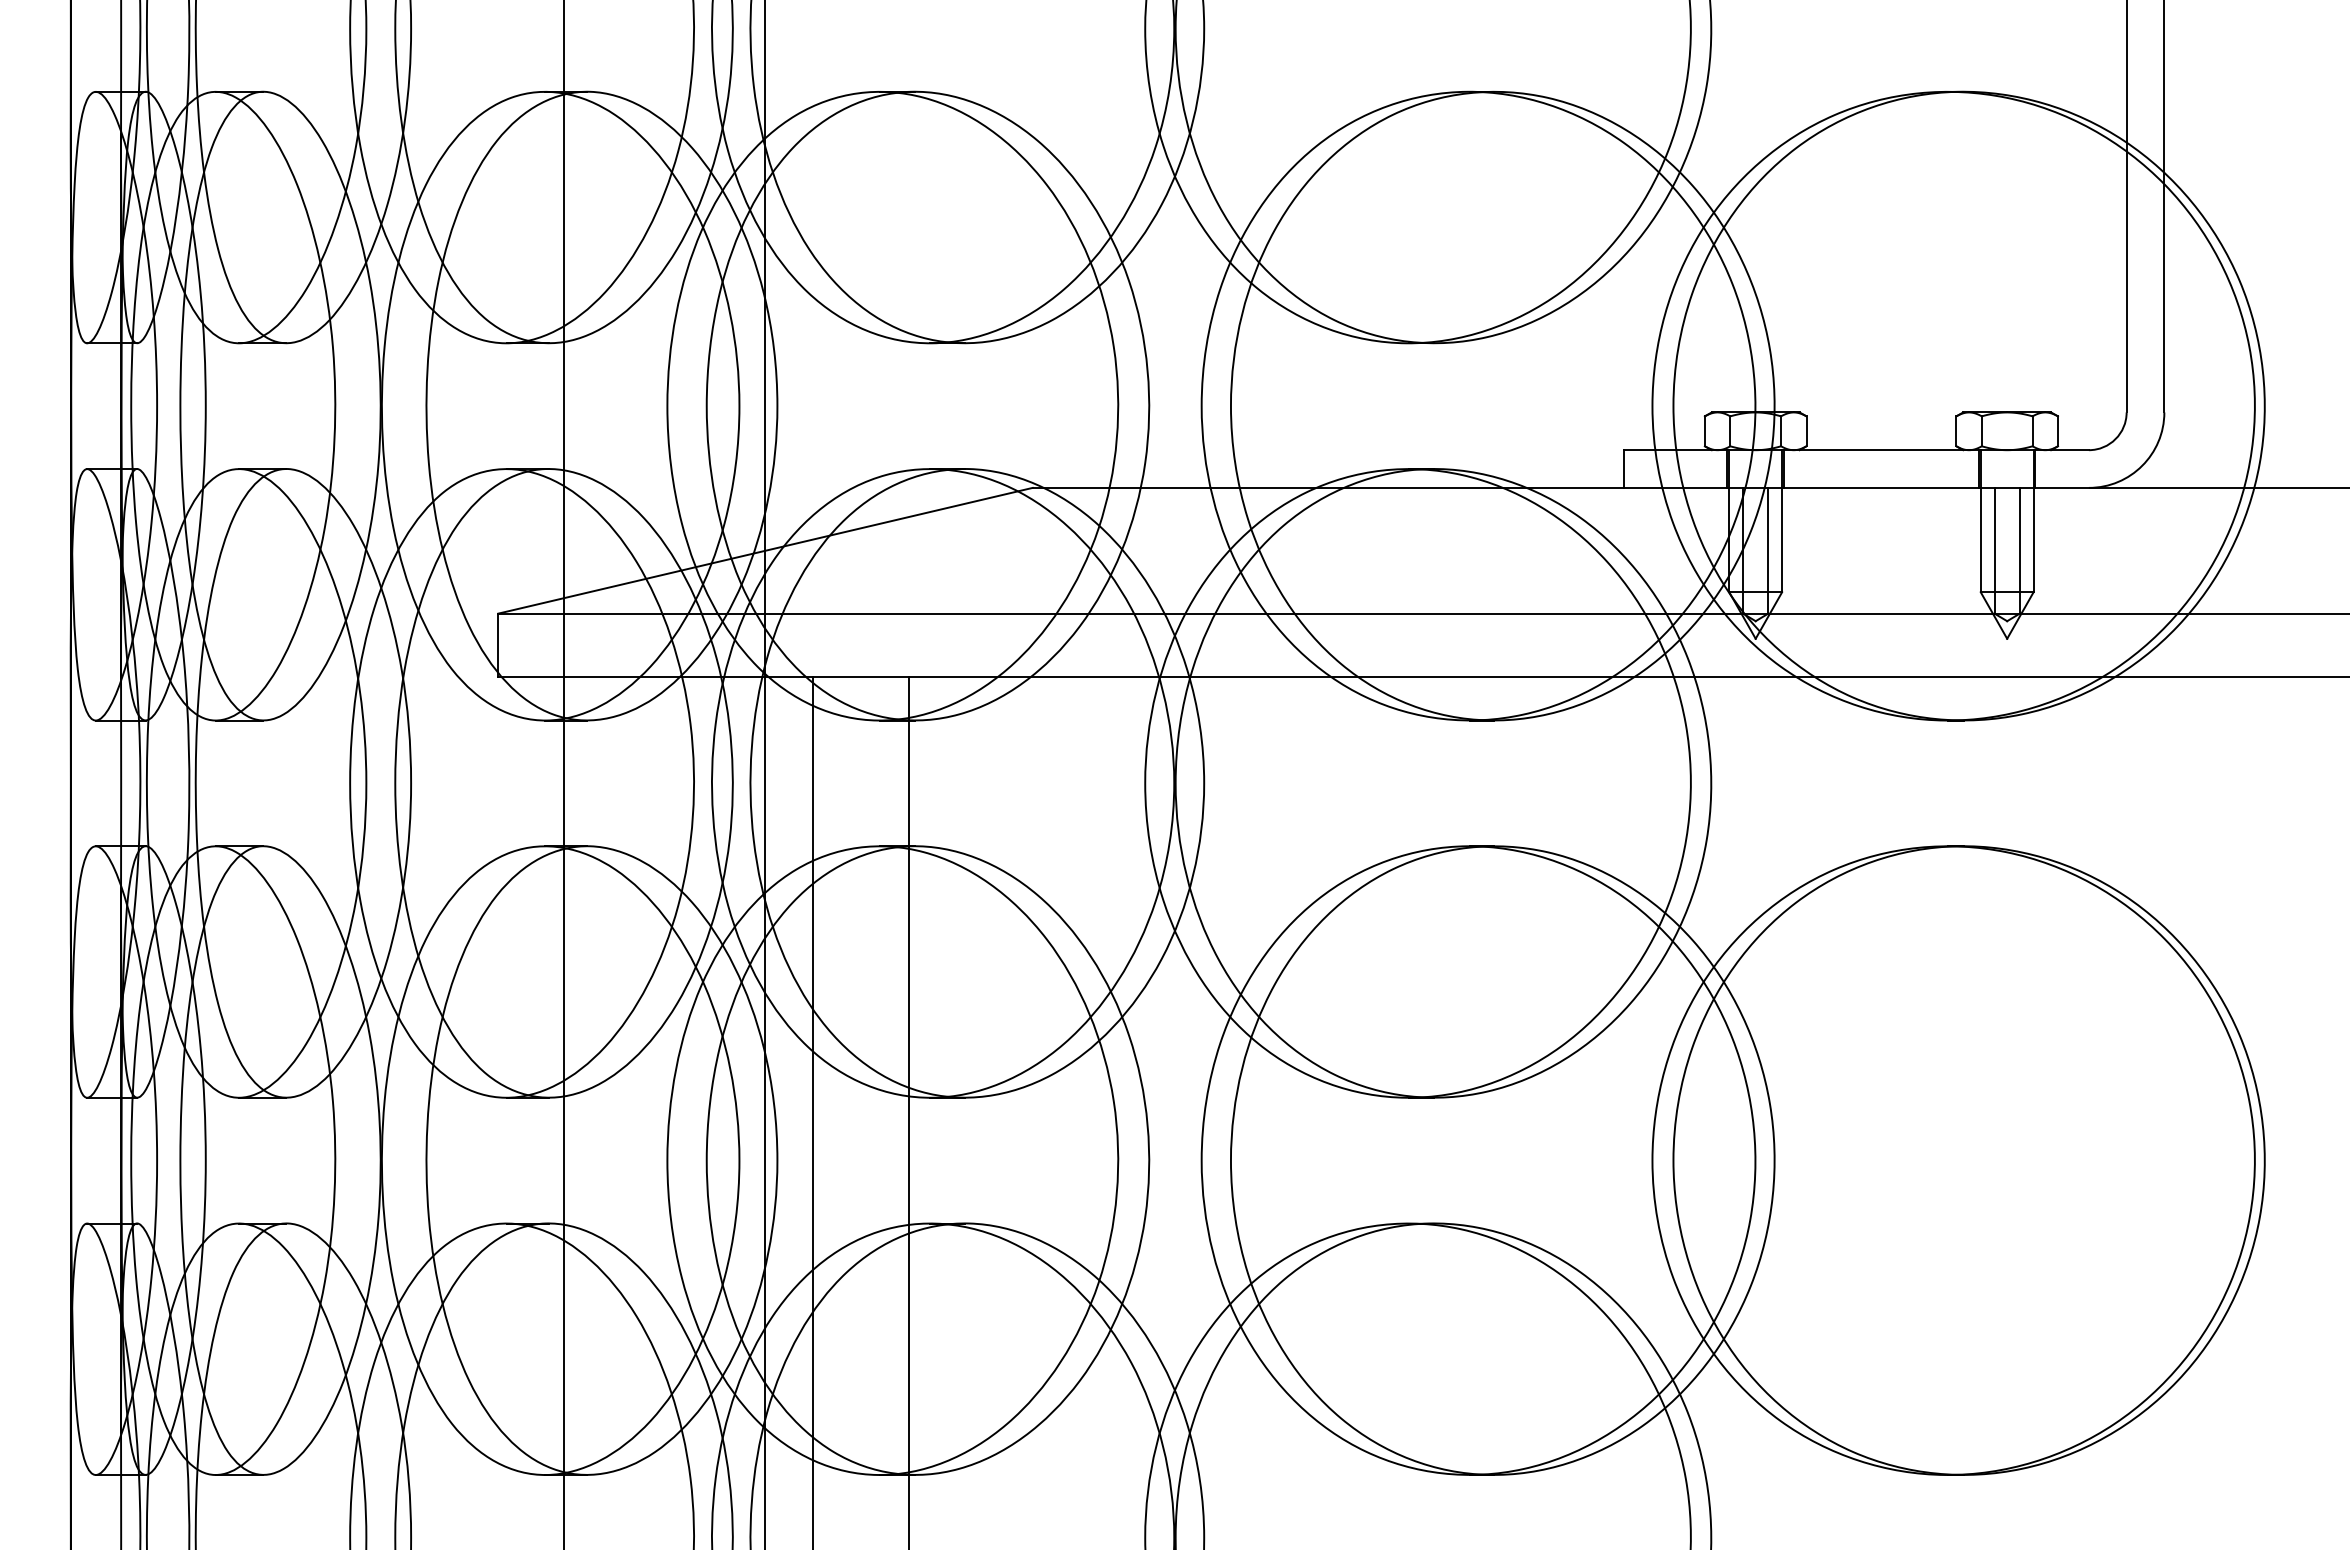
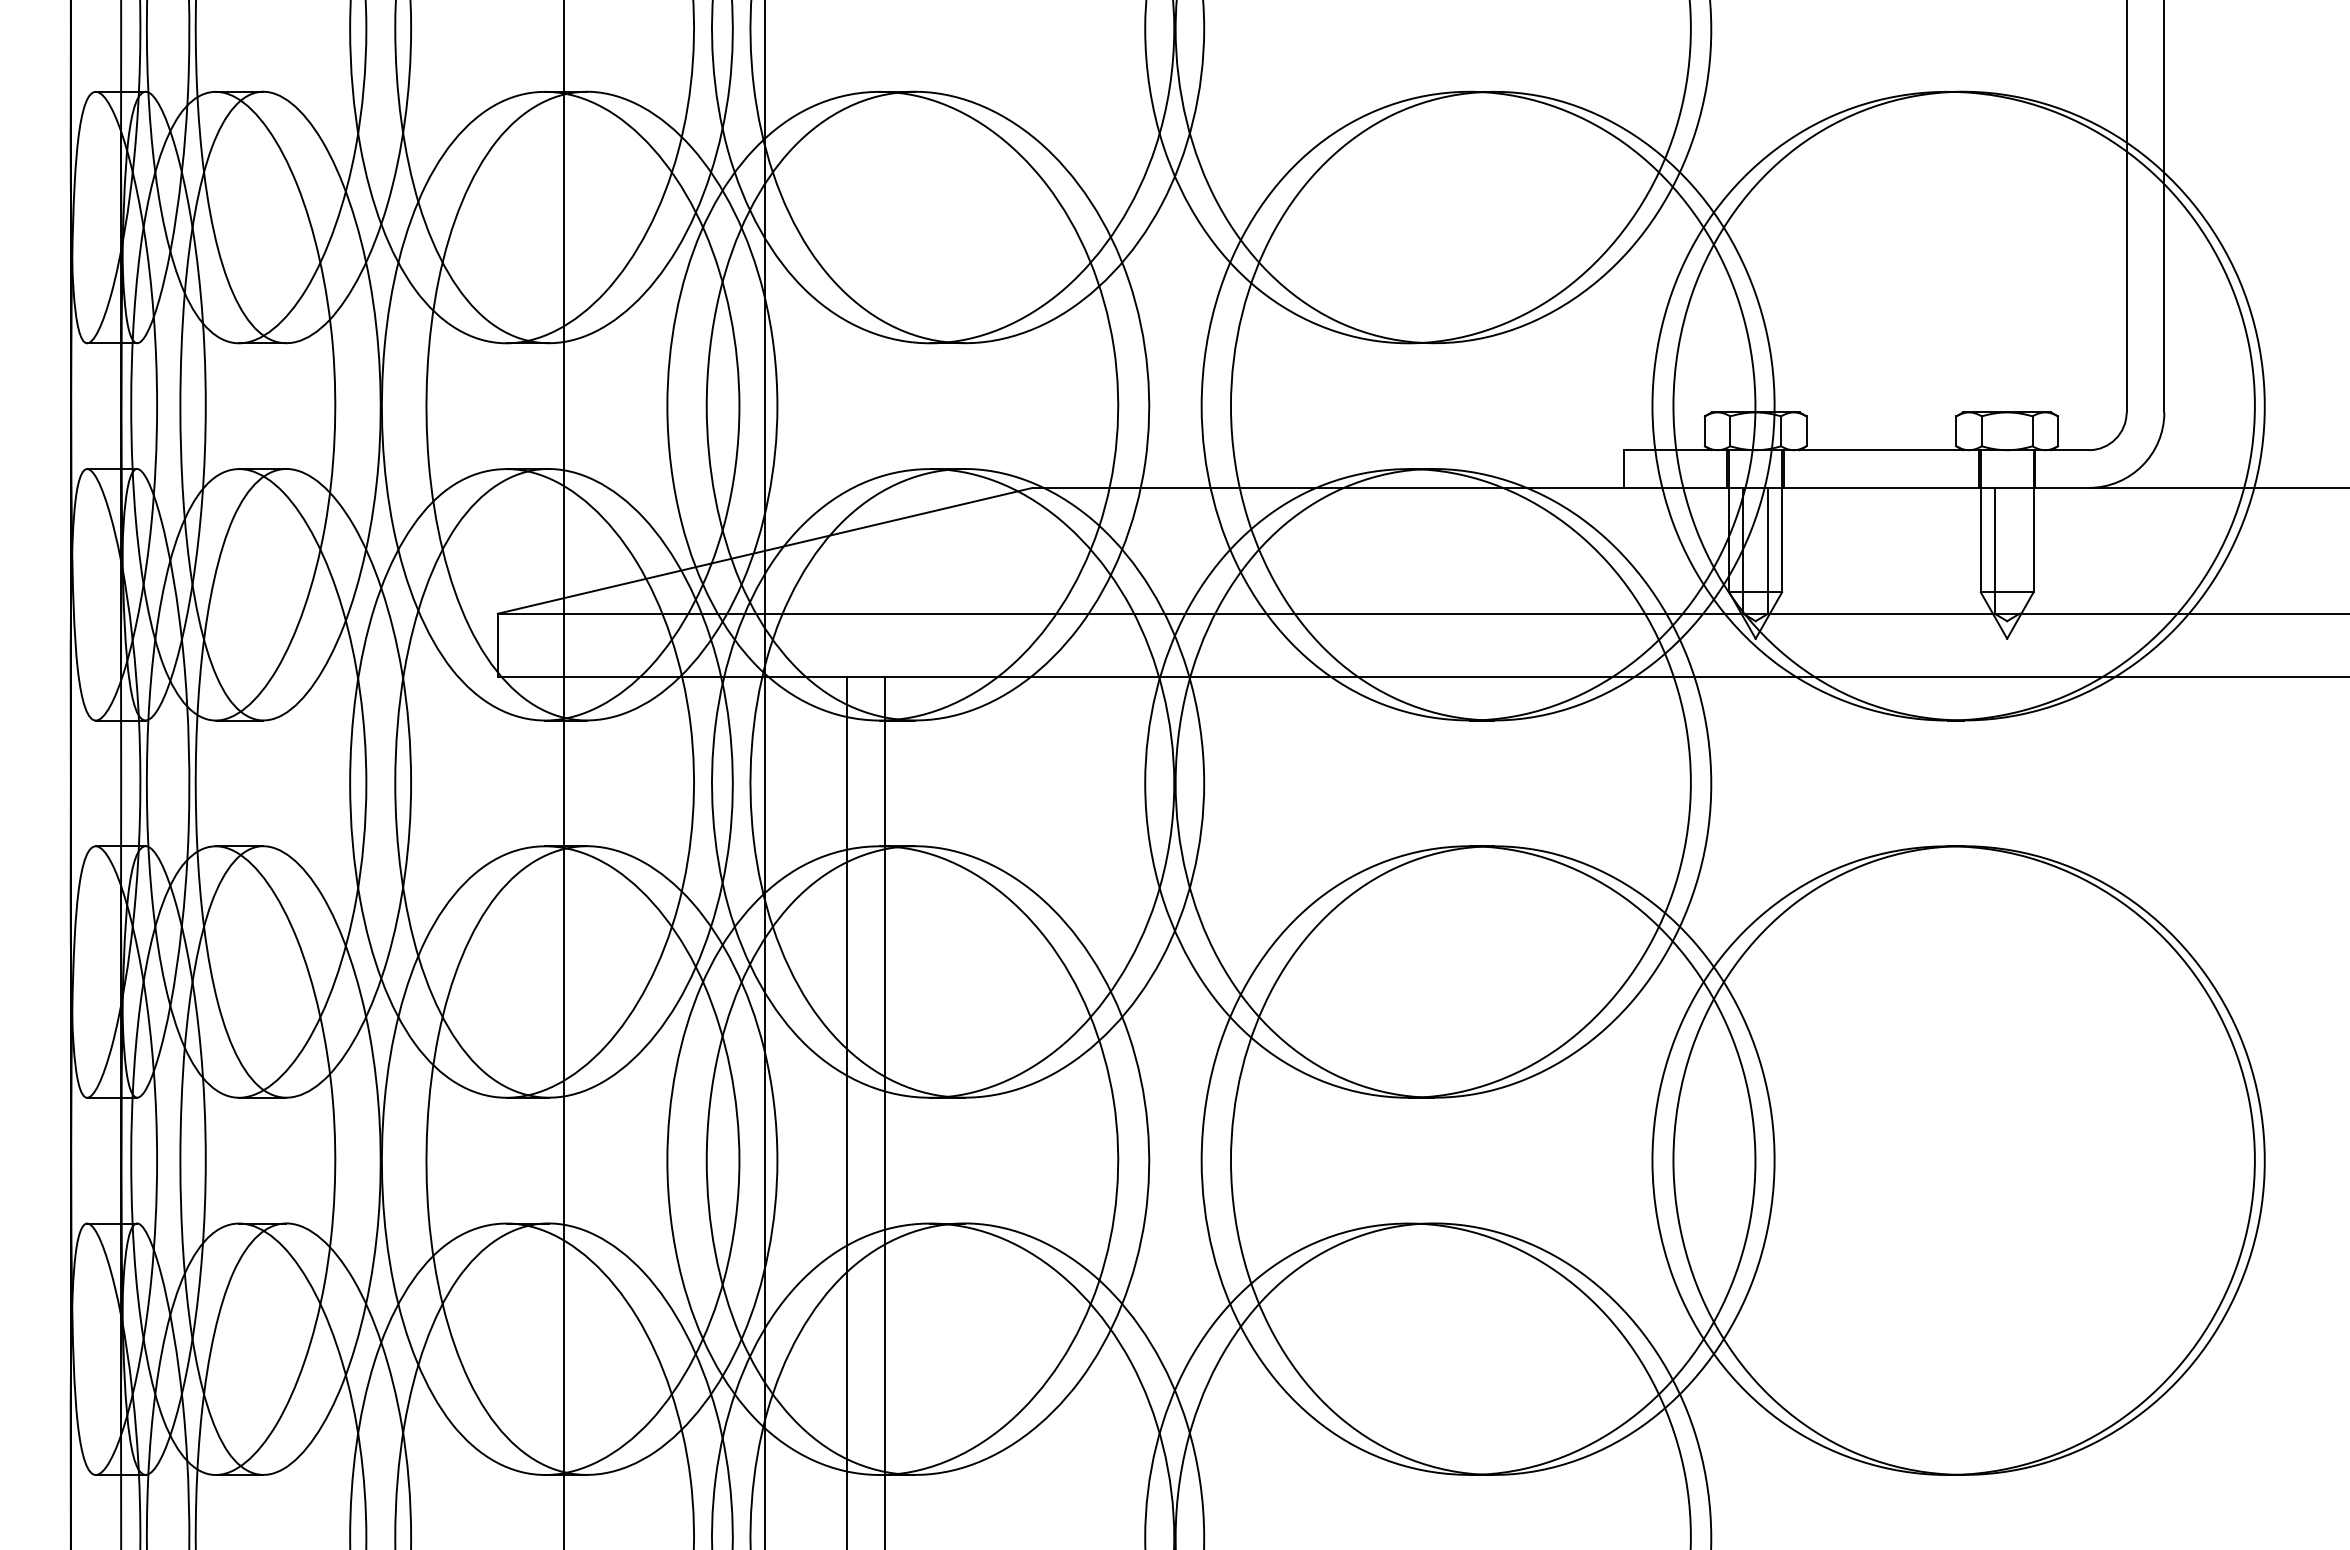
line at (2019, 550): present -> none
line at (812, 1111) position: (812, 1111) -> (846, 1111)
line at (909, 1111) position: (909, 1111) -> (885, 1111)
